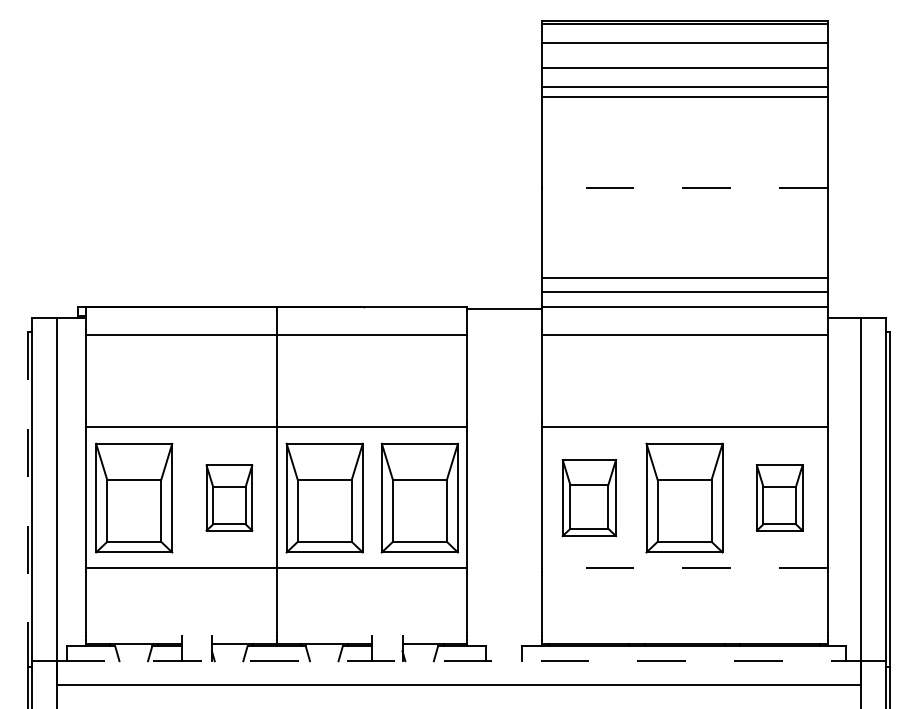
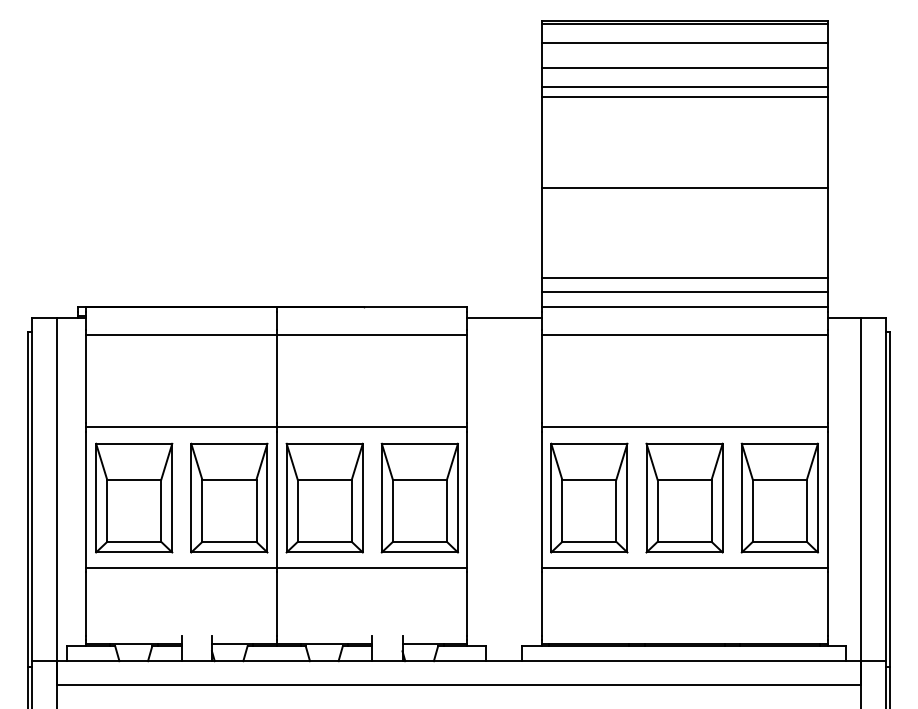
line at (684, 188): dashed -> solid
line at (504, 308) position: (504, 308) -> (504, 317)
part at (229, 497) size: 49x68 px -> 79x112 px
part at (779, 497) size: 49x68 px -> 79x112 px
part at (588, 498) size: 56x79 px -> 79x112 px
line at (27, 500): dashed -> solid
line at (684, 567): dashed -> solid
line at (459, 661): dashed -> solid
